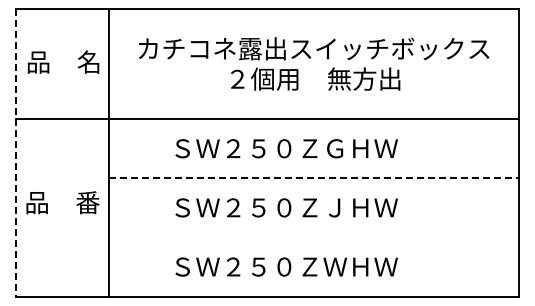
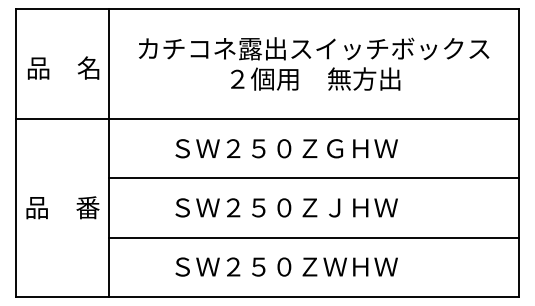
text at (63, 61) position: (63, 61) -> (63, 67)
line at (16, 152): dashed -> solid
line at (313, 178): dashed -> solid
text at (62, 202) position: (62, 202) -> (62, 207)
line at (313, 237): none -> present
